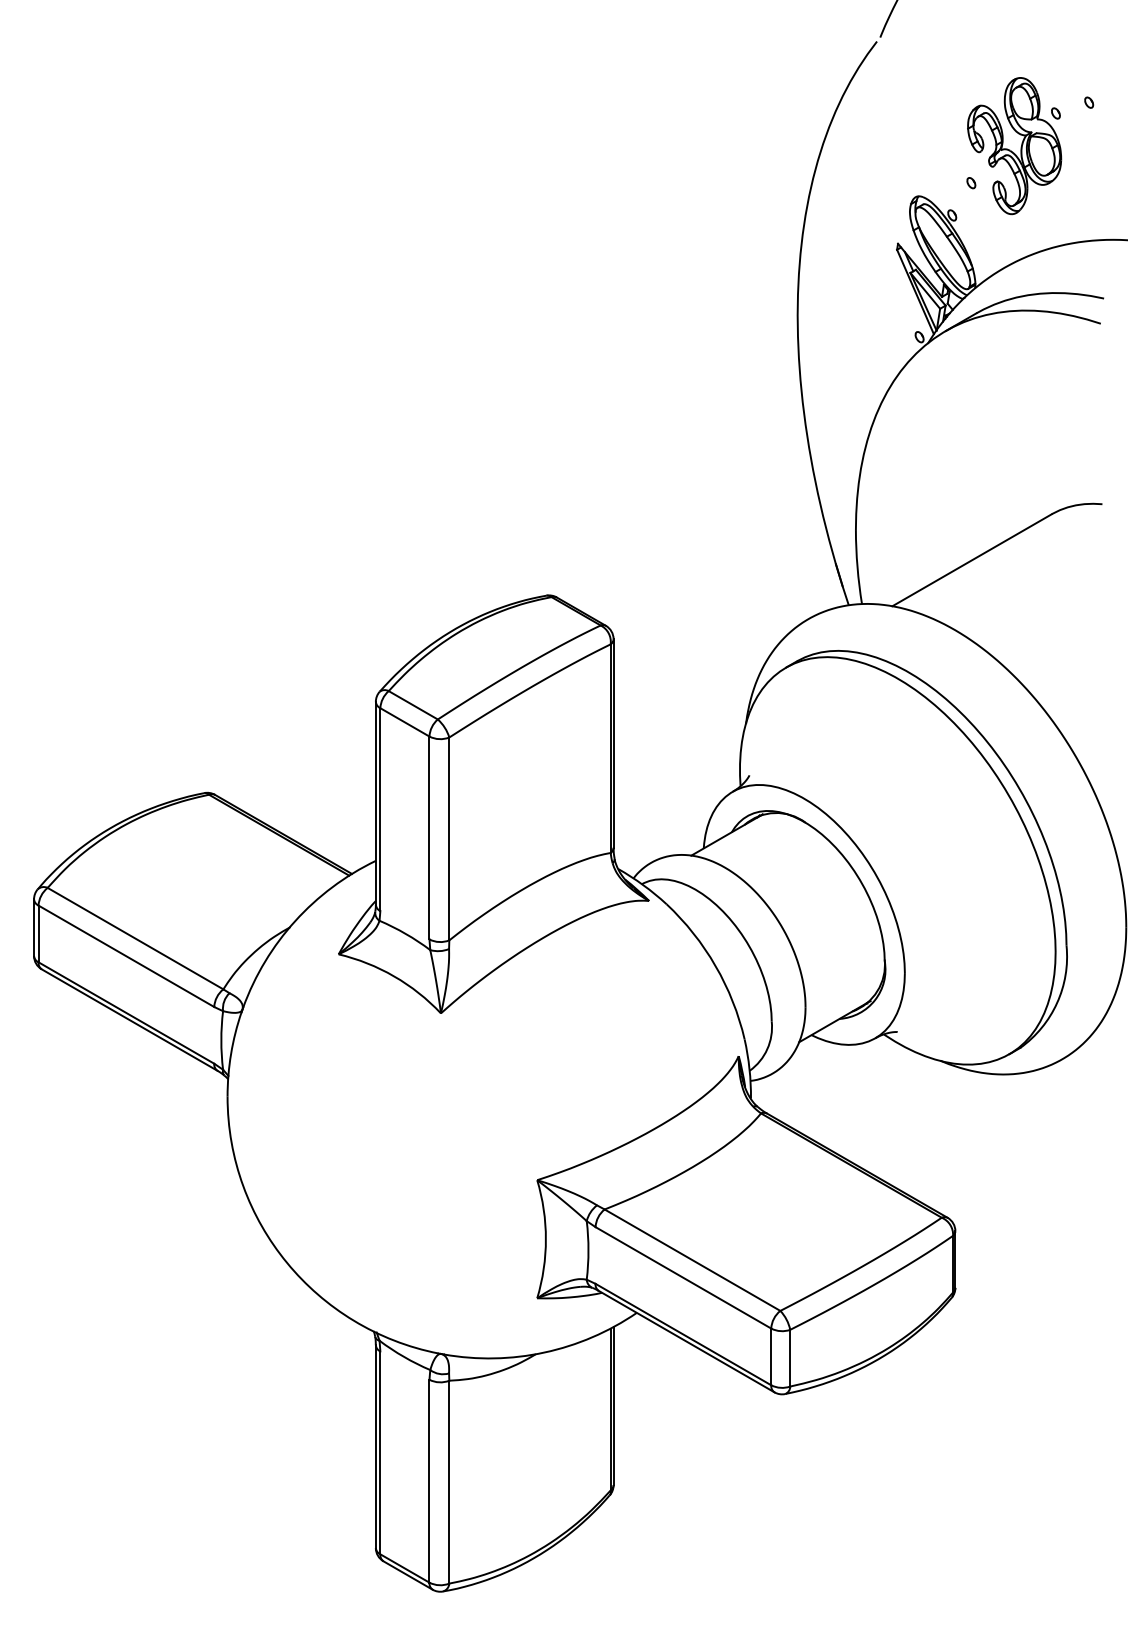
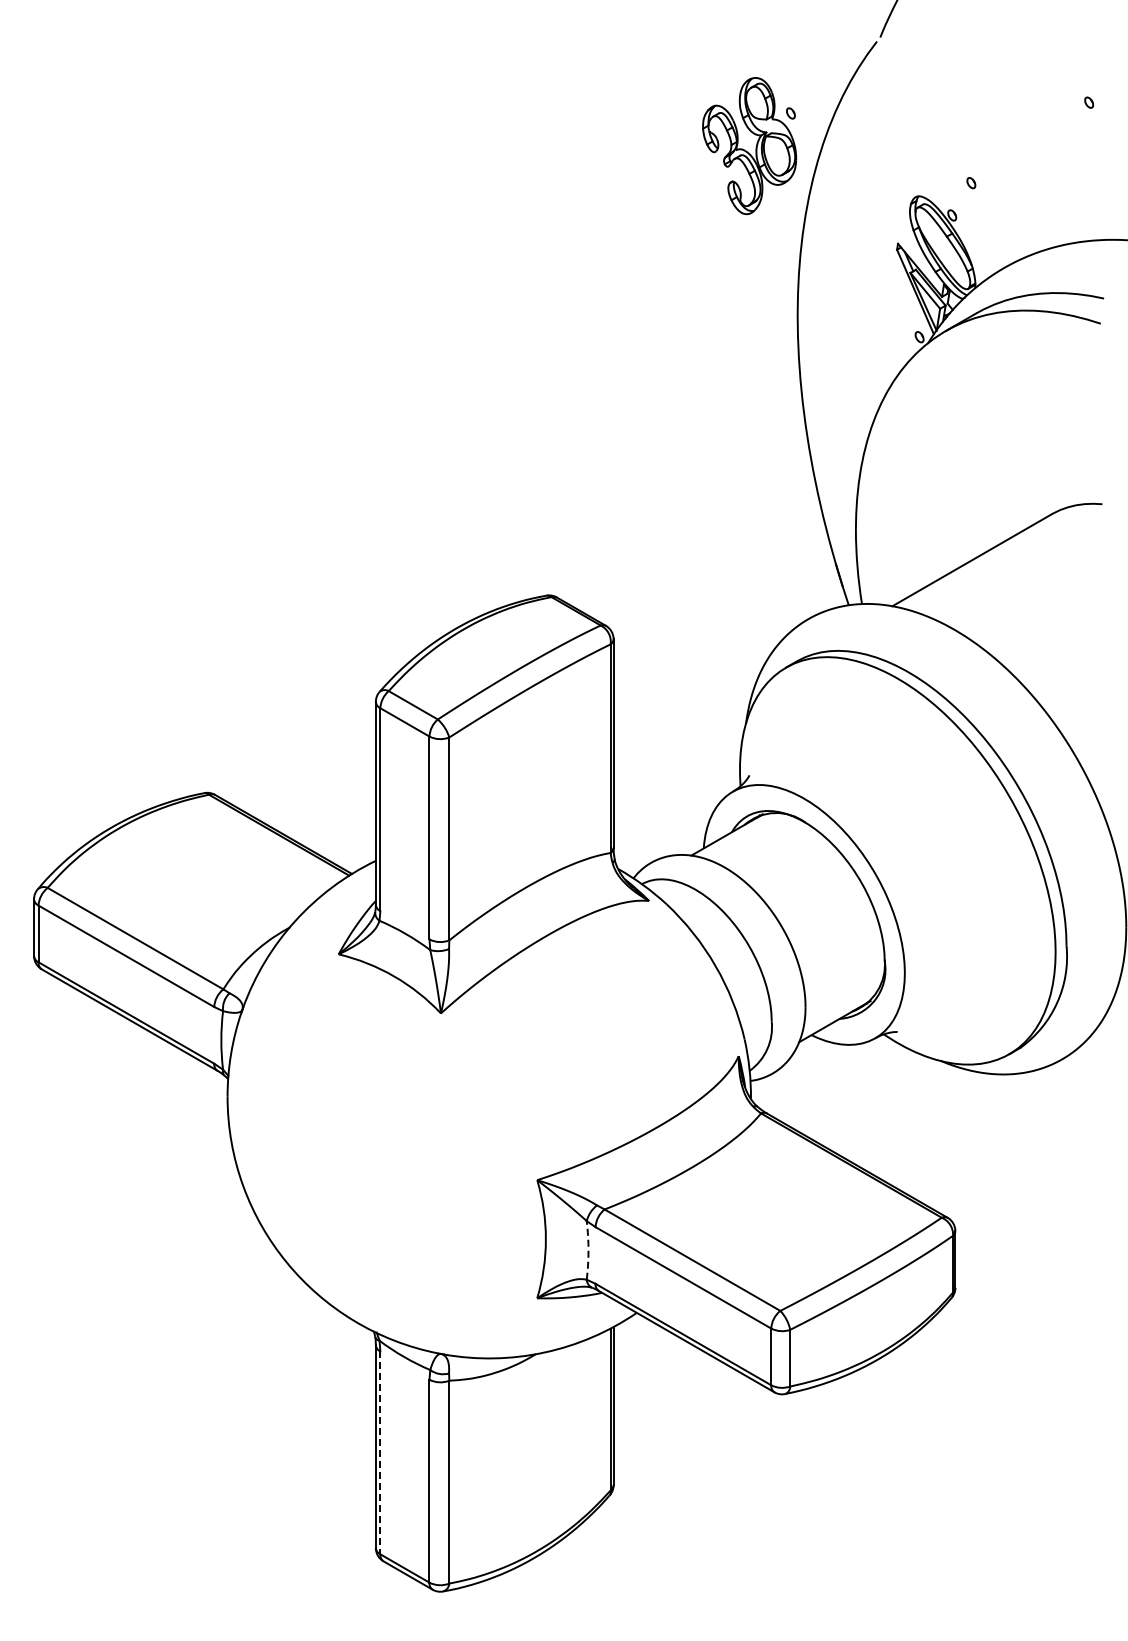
part at (1014, 146) position: (1014, 146) -> (749, 146)
arc at (588, 1250): solid -> dashed
line at (380, 1453): solid -> dashed
